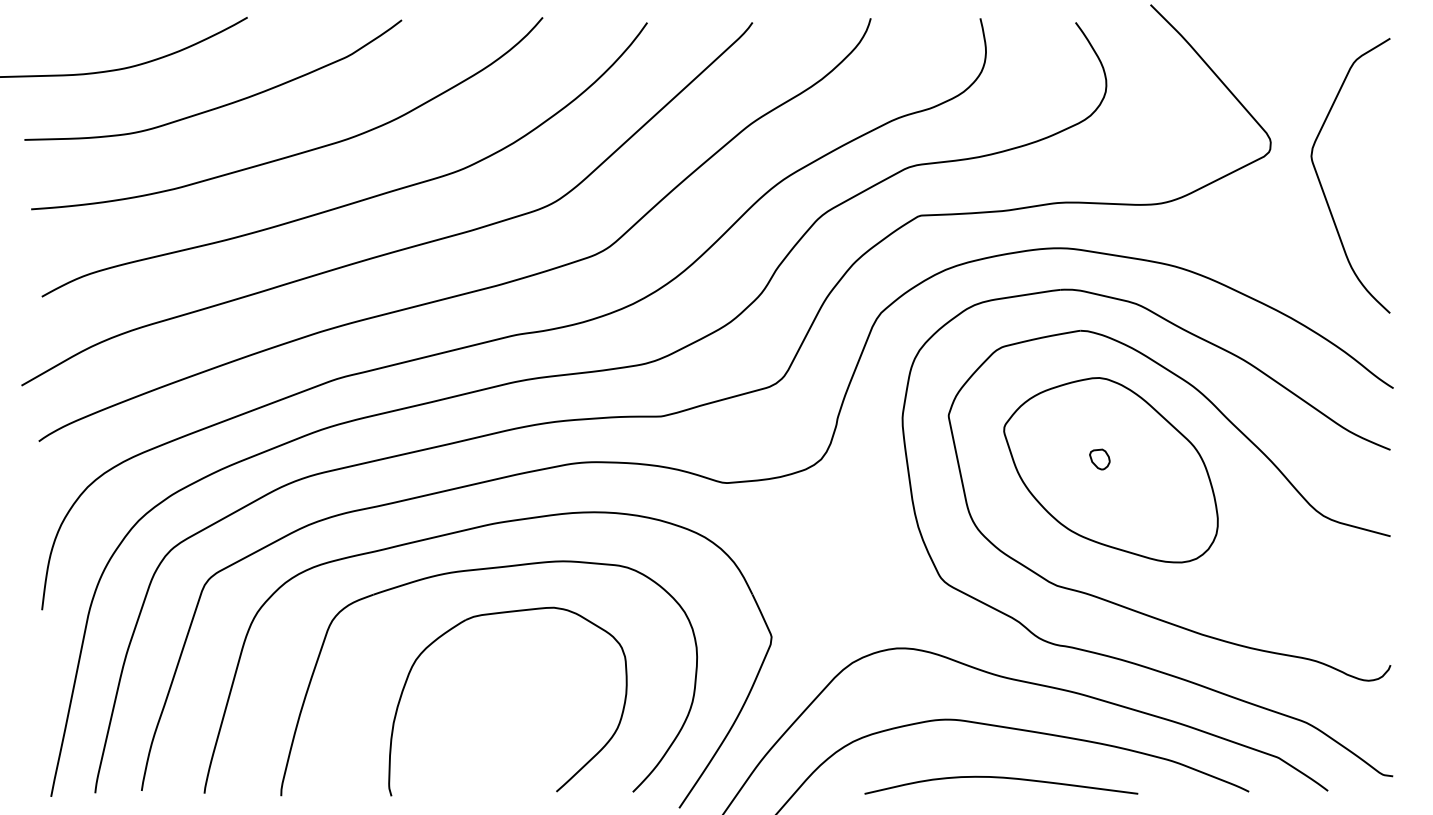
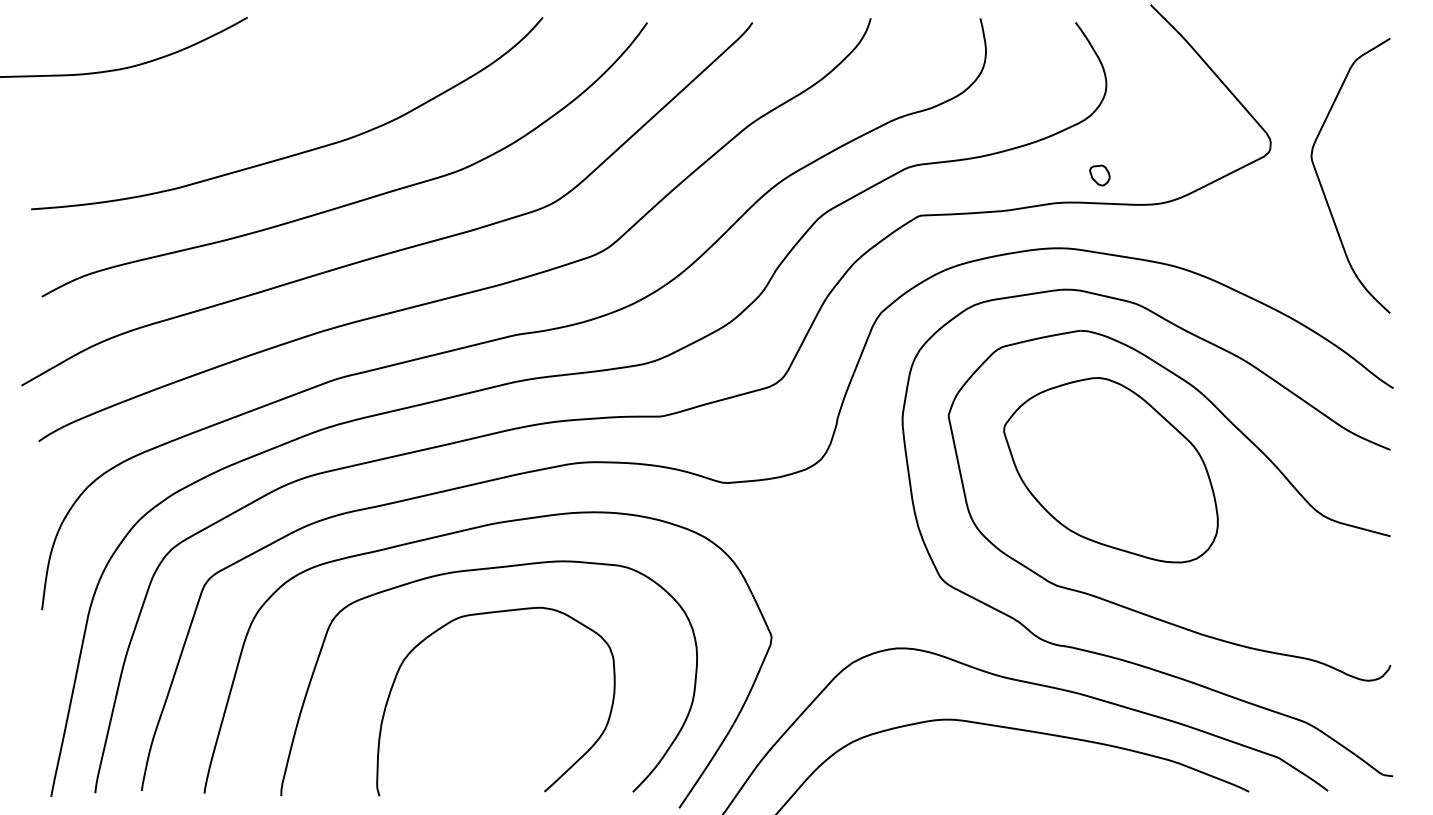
curve at (221, 105): present -> none
part at (1099, 459) position: (1099, 459) -> (1099, 175)
part at (497, 614) position: (497, 614) -> (485, 614)
curve at (1001, 778): present -> none
